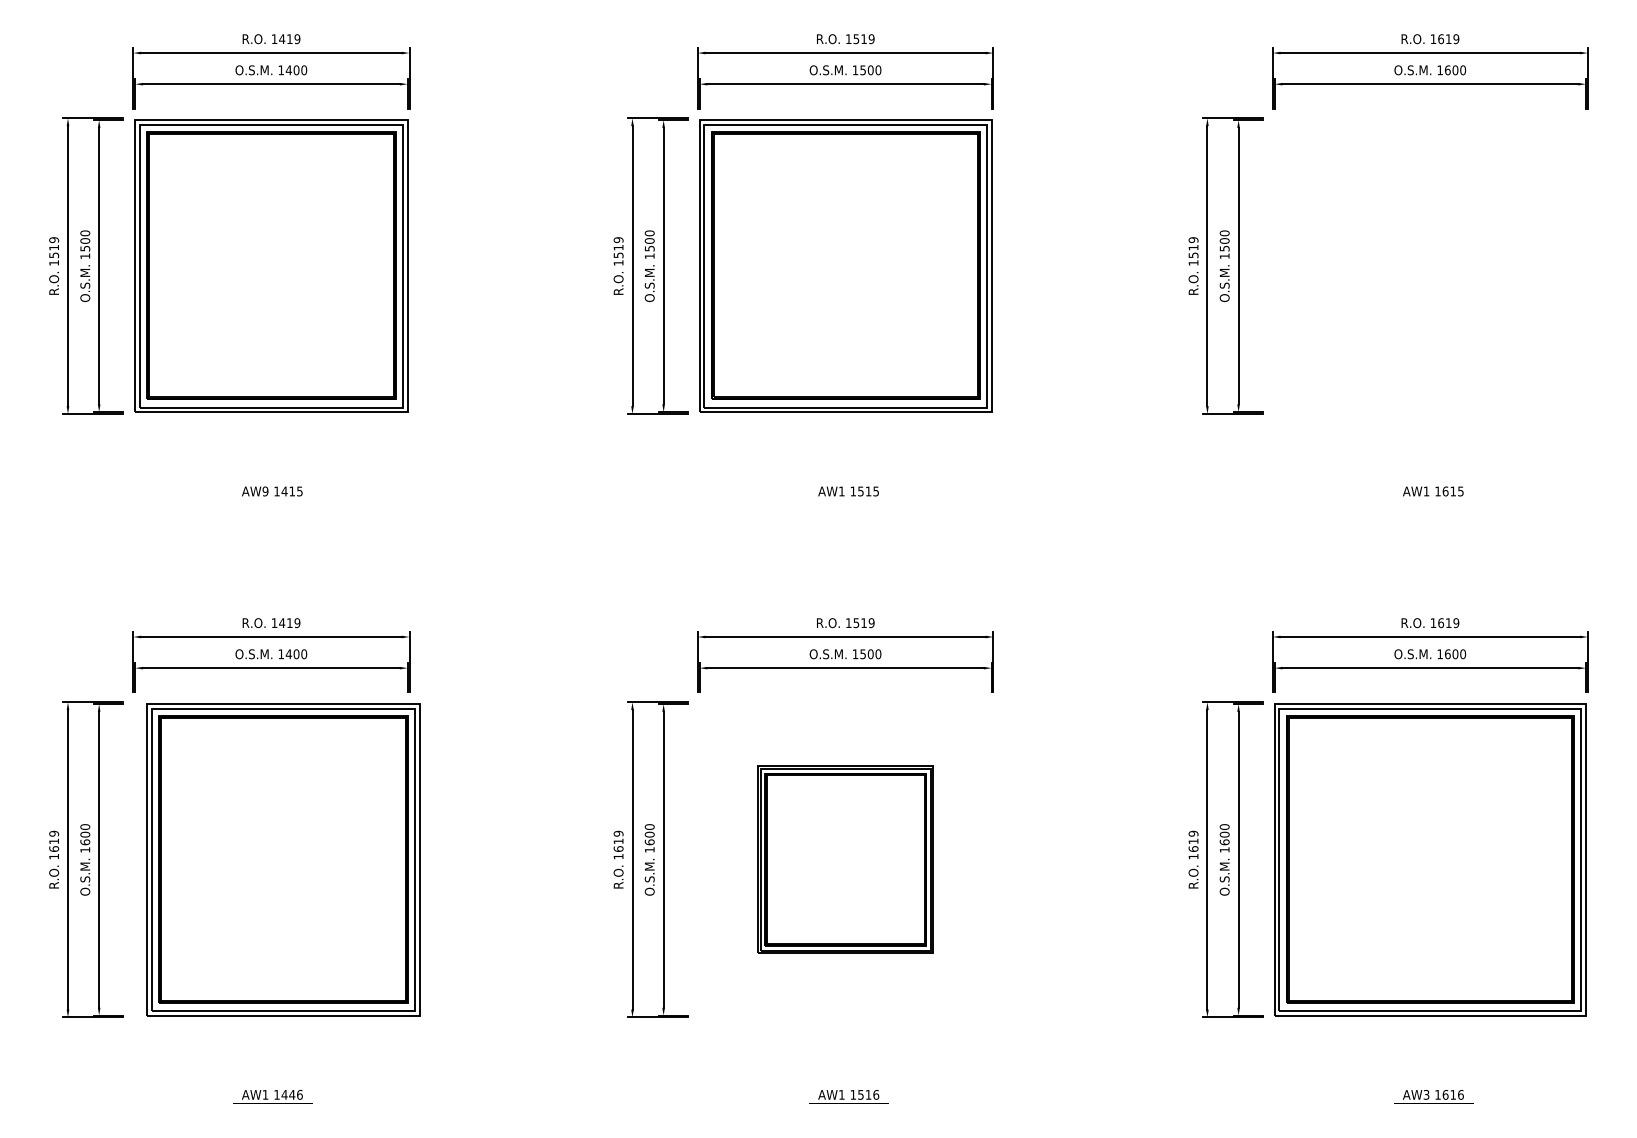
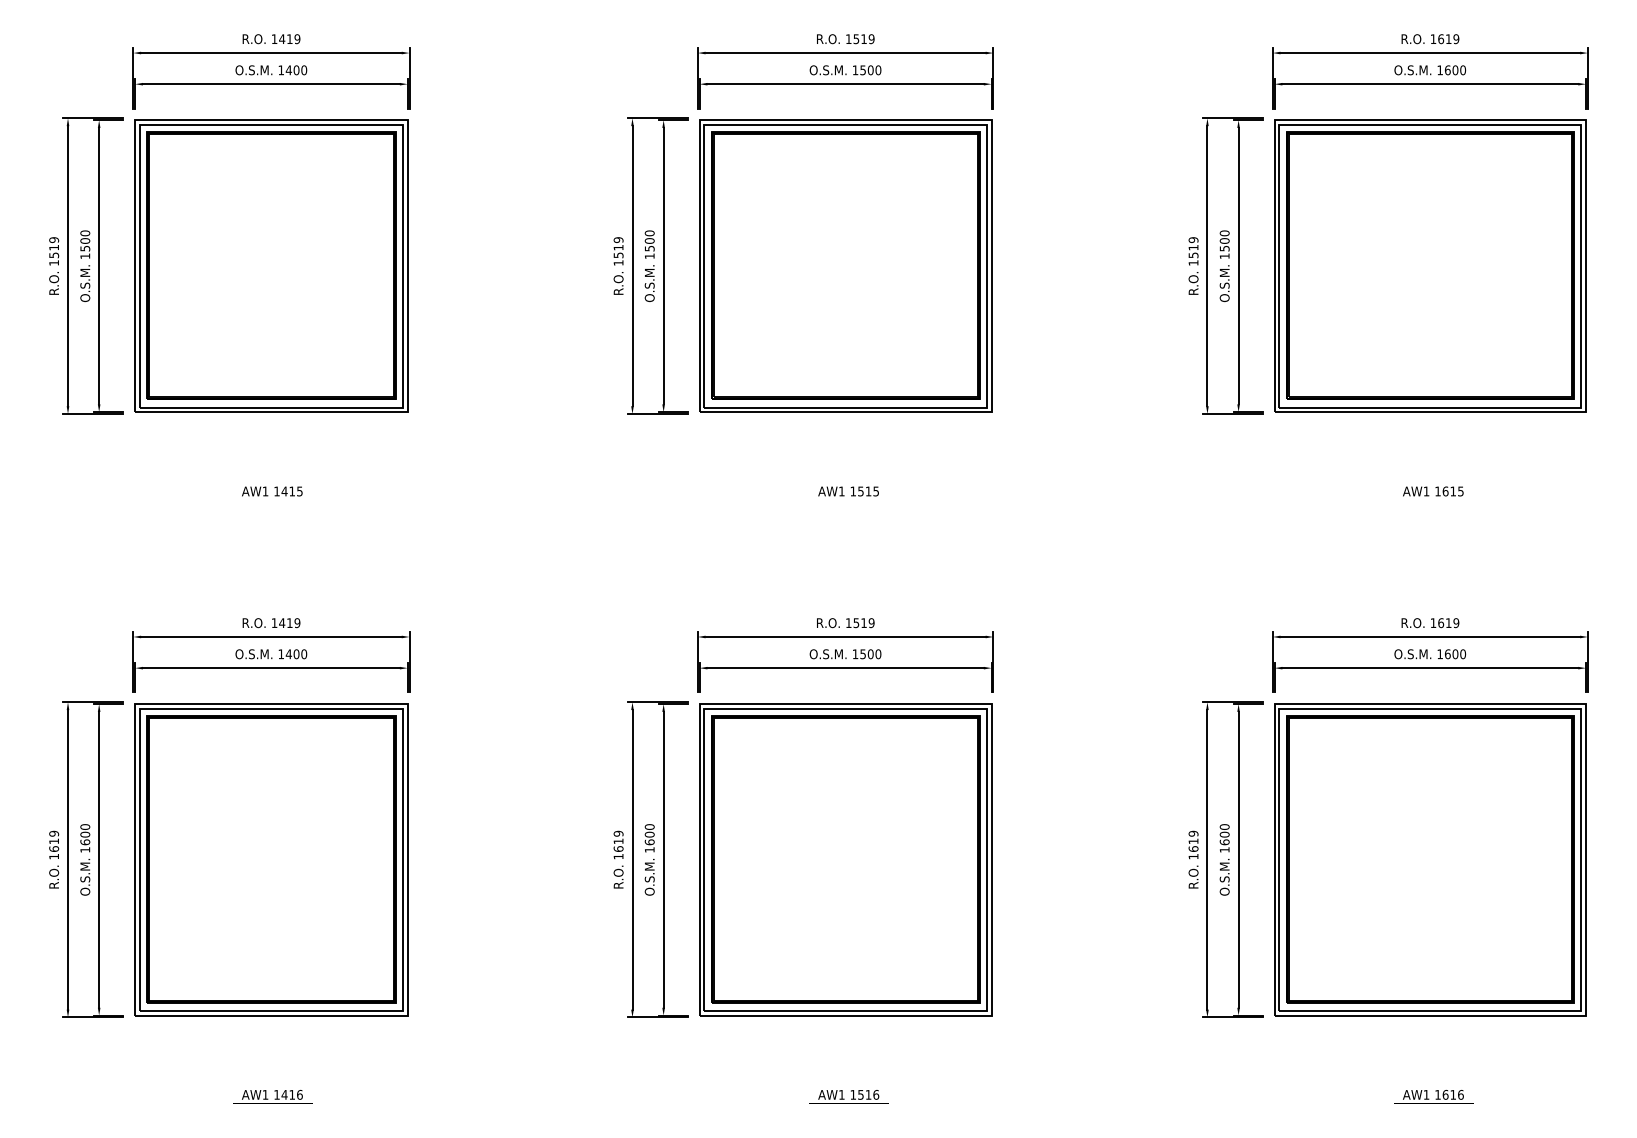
part at (1430, 265): none -> present
text at (265, 491): AW9 -> AW1
part at (283, 859) position: (283, 859) -> (271, 859)
part at (845, 859) size: 177x189 px -> 294x314 px
text at (292, 1094): 1446 -> 1416
text at (1426, 1094): AW3 -> AW1
